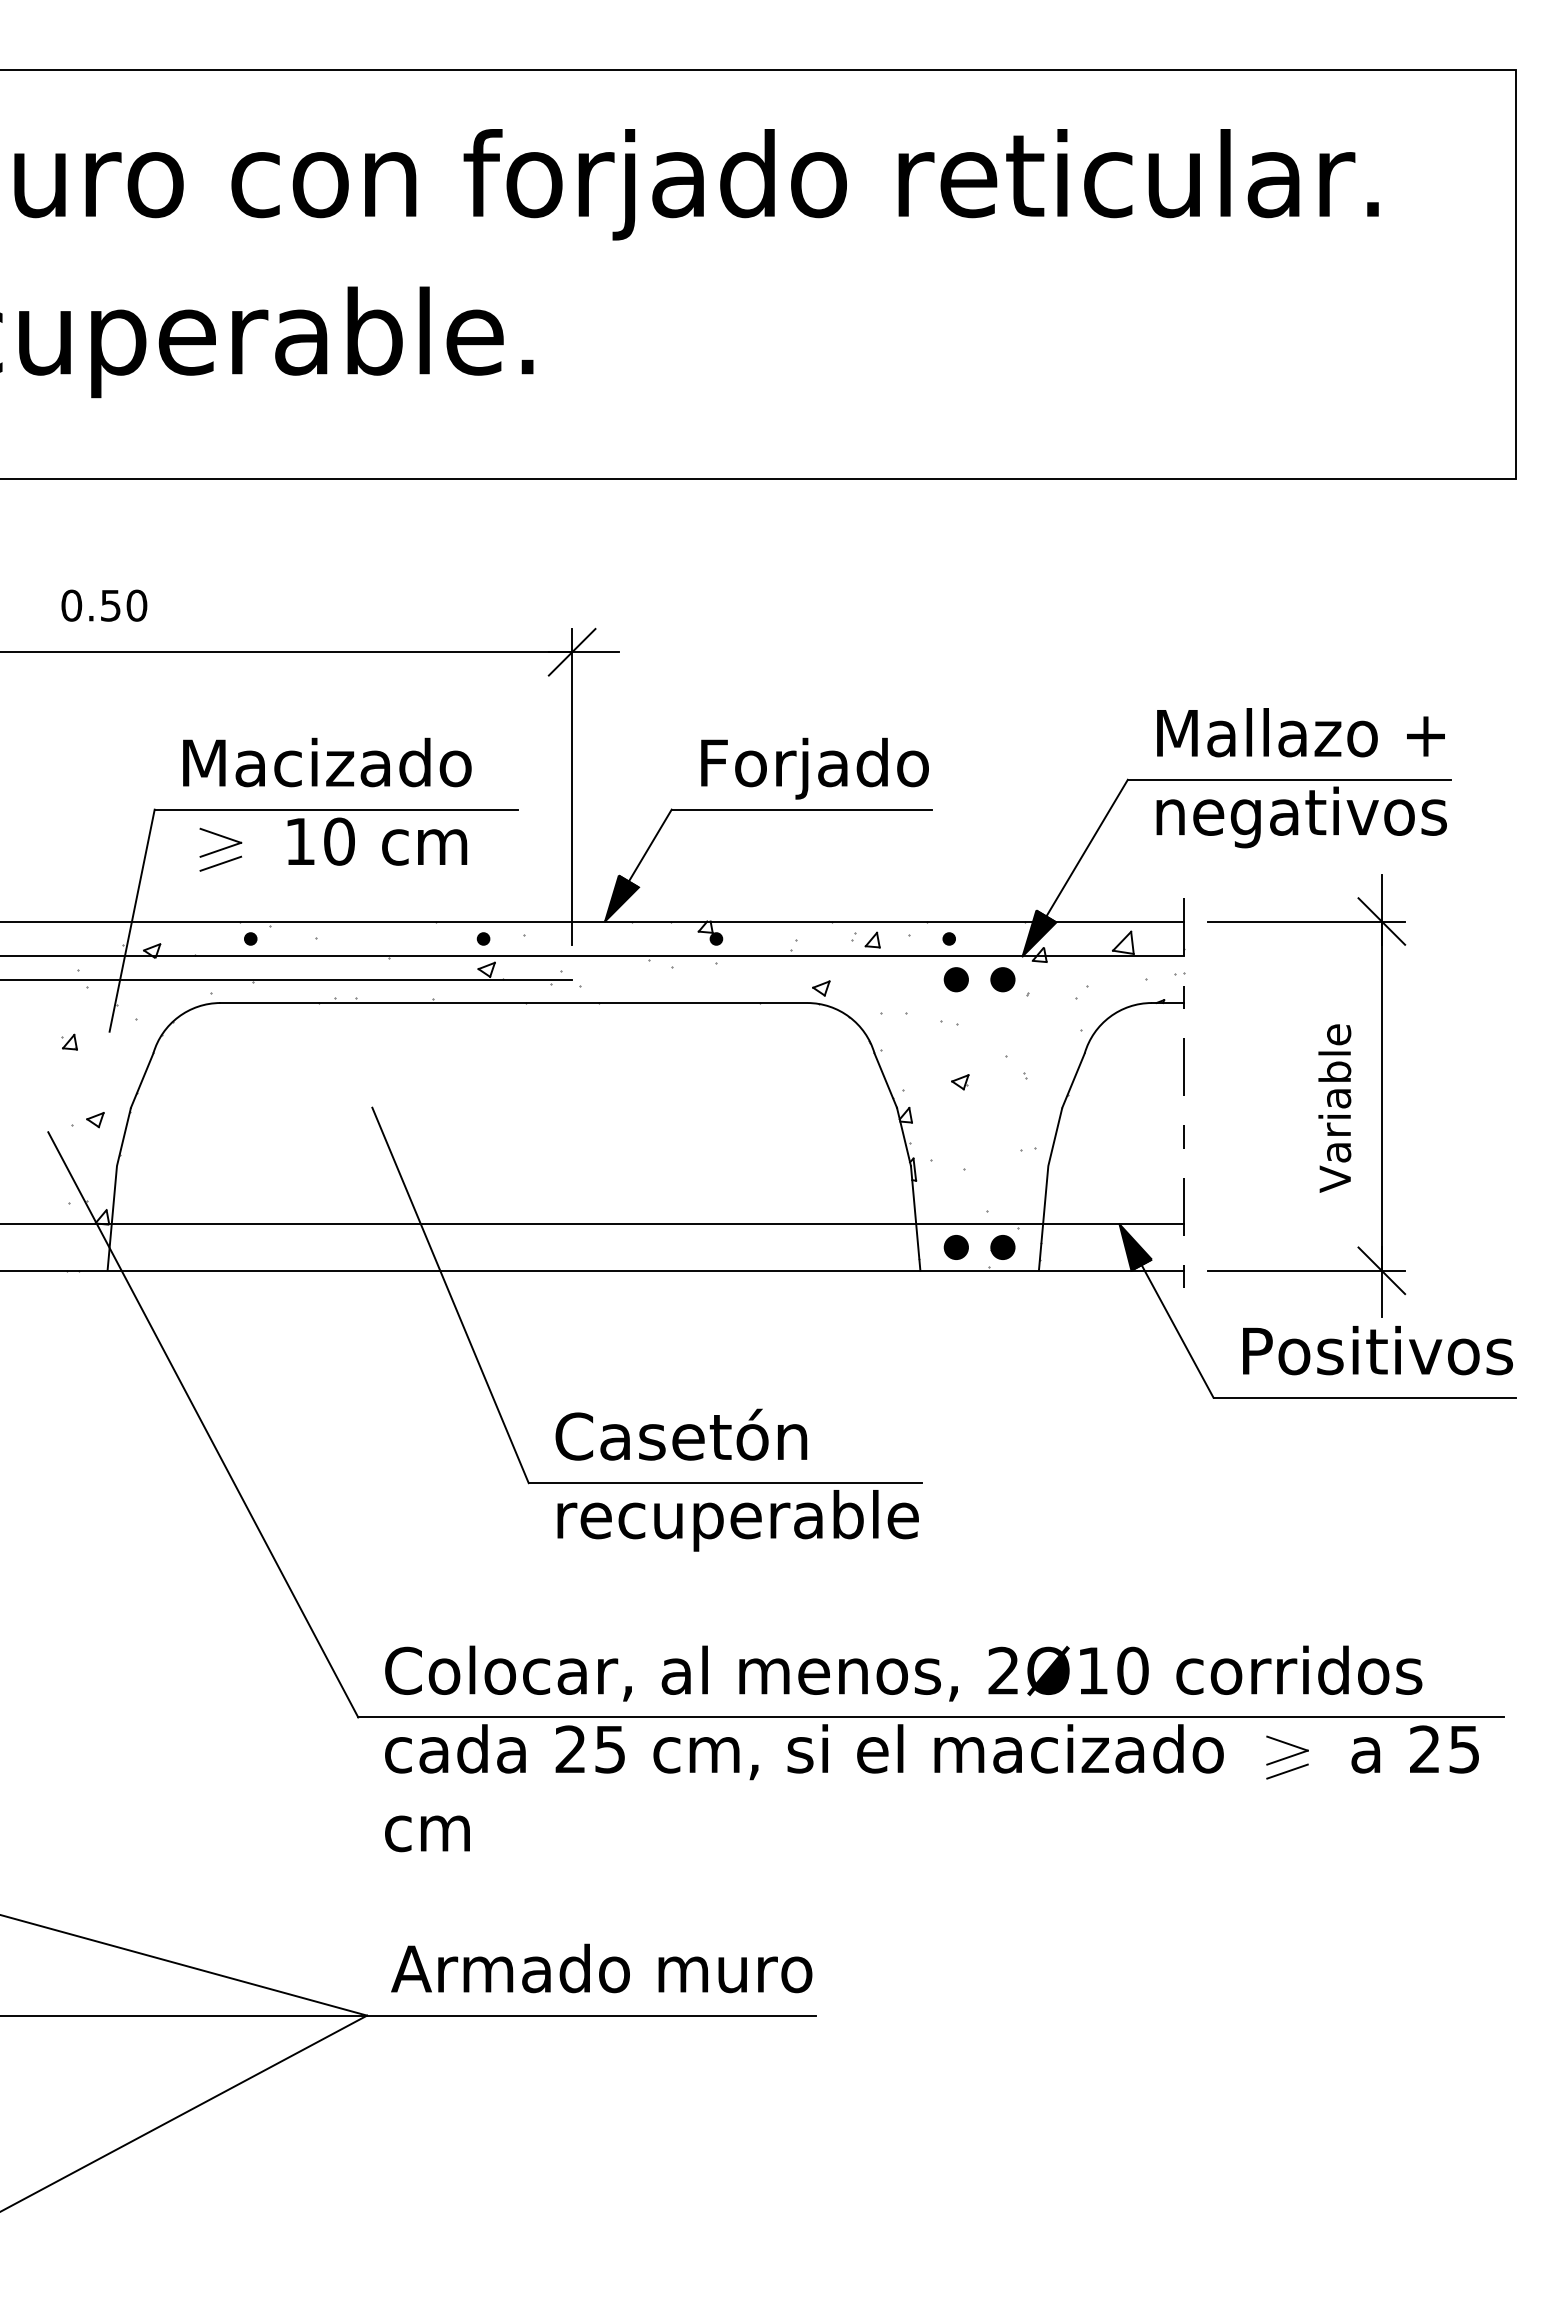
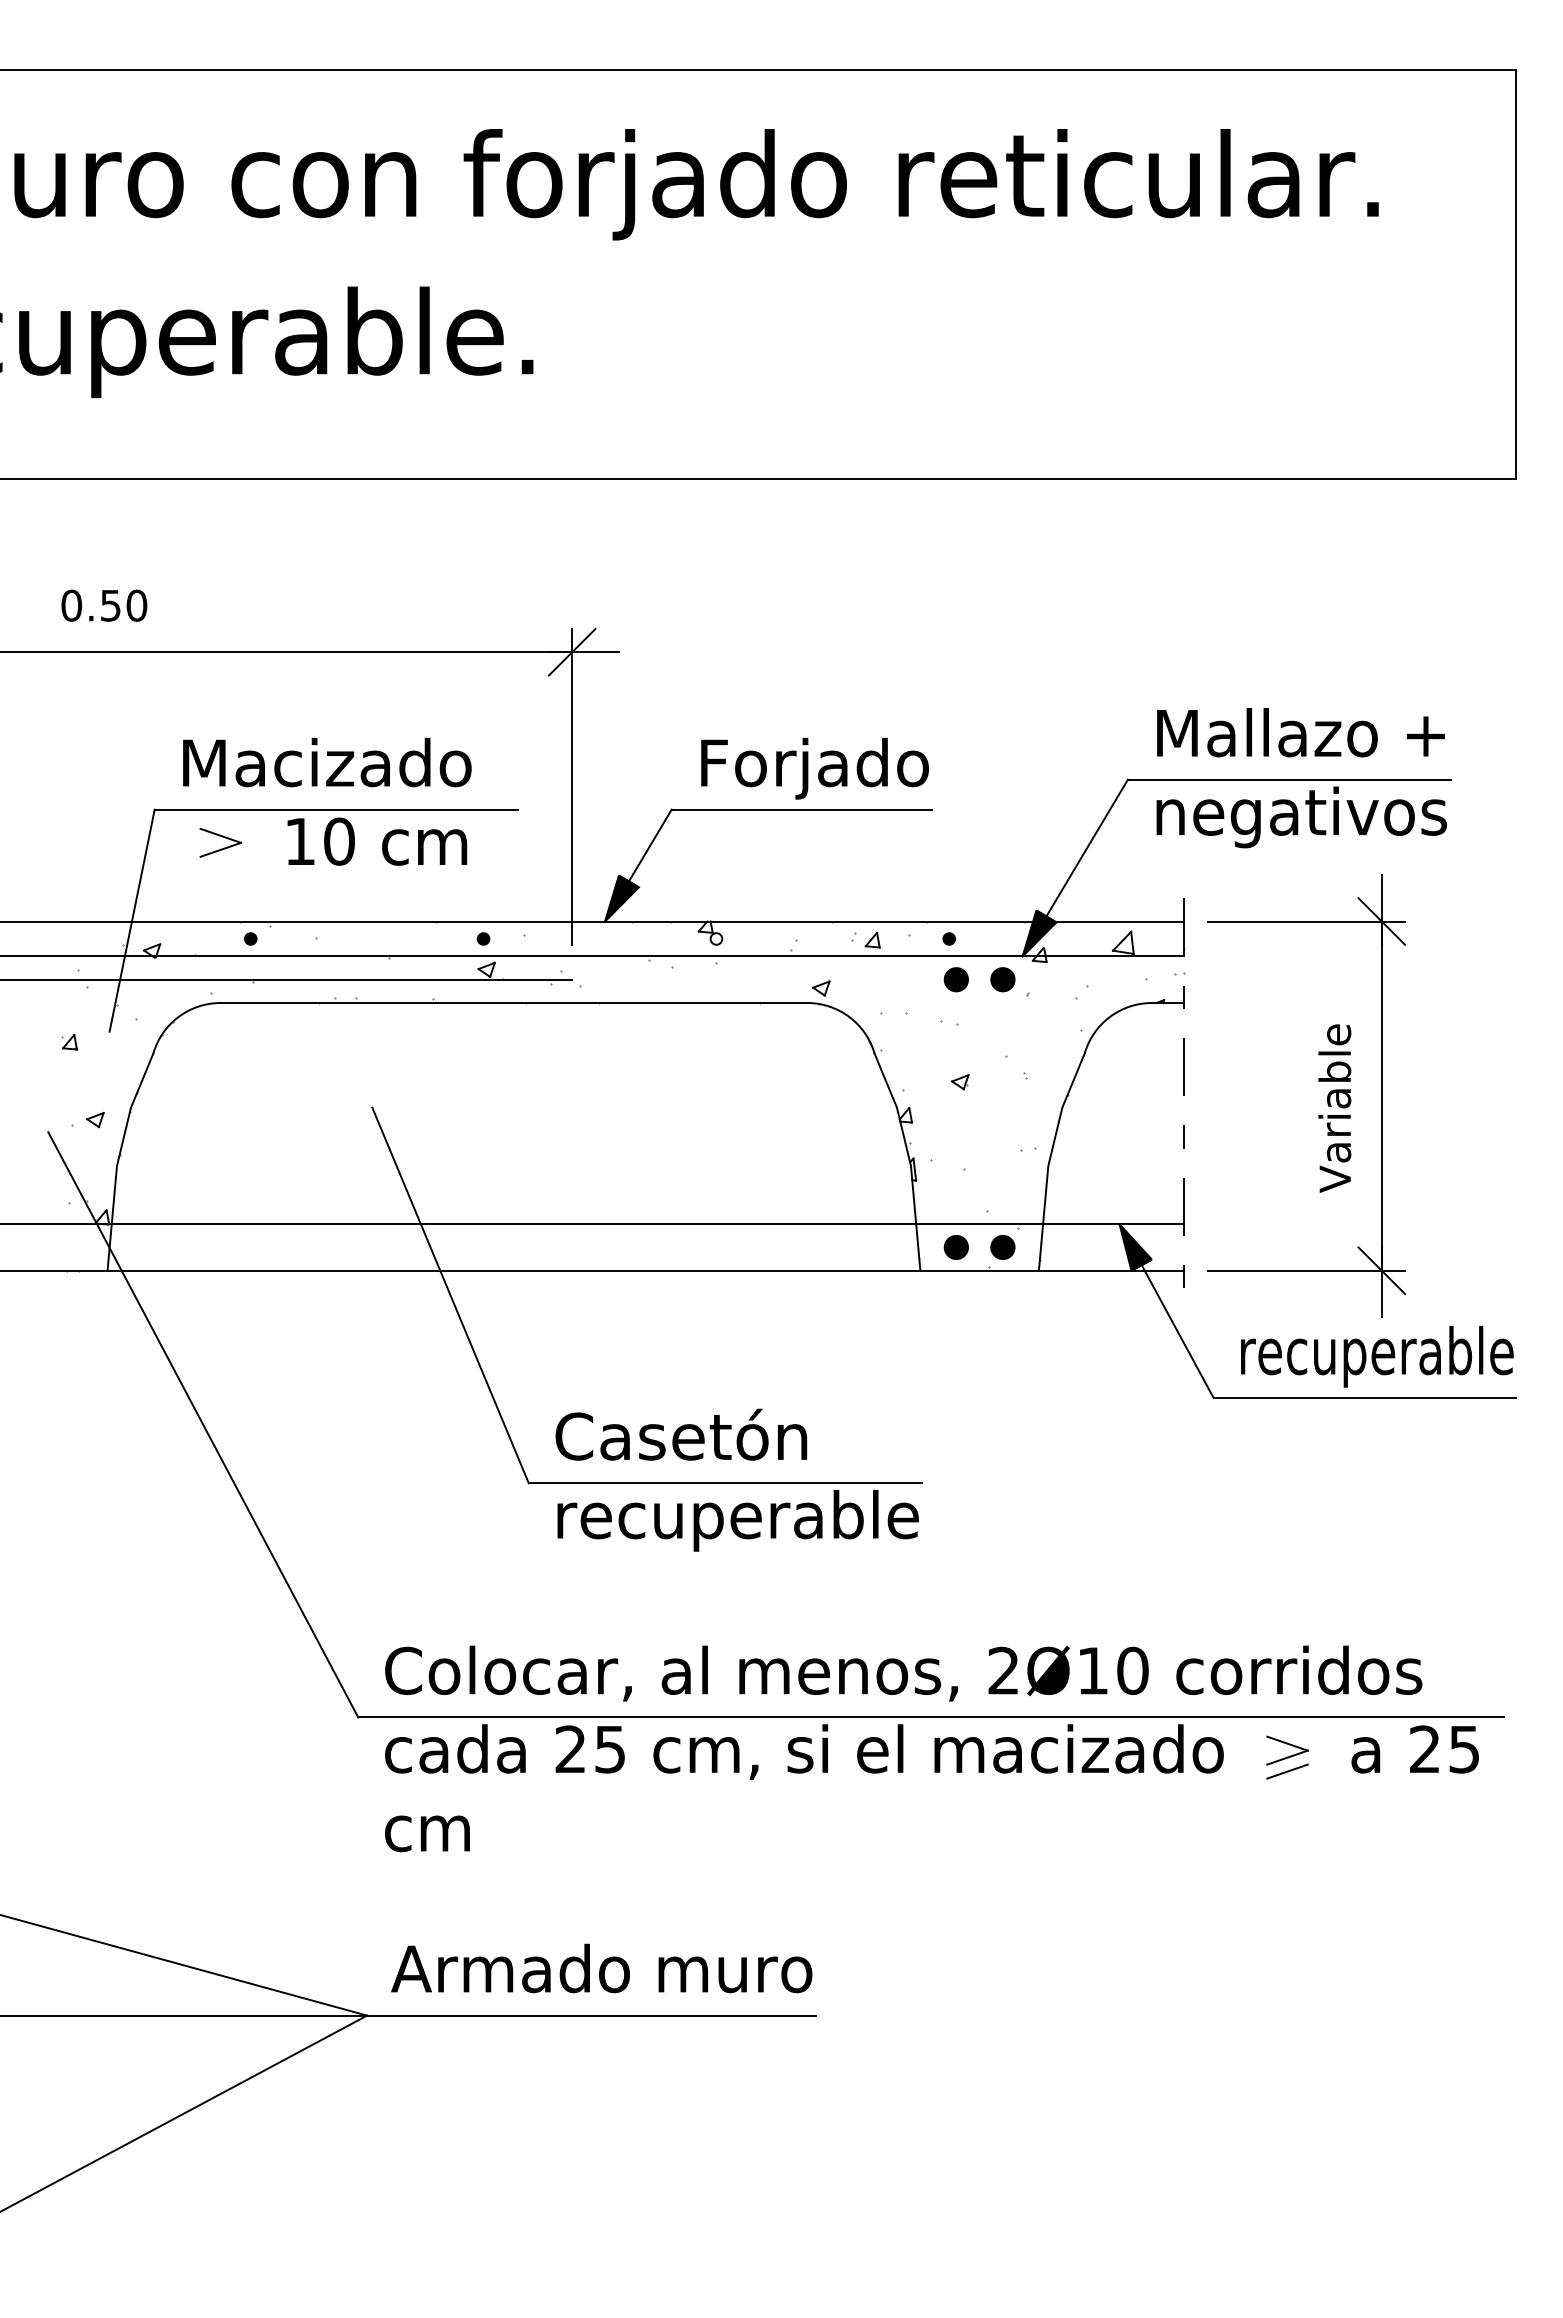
line at (220, 863): present -> none
fill at (716, 938): present -> none
text at (1377, 1356): Positivos -> recuperable
